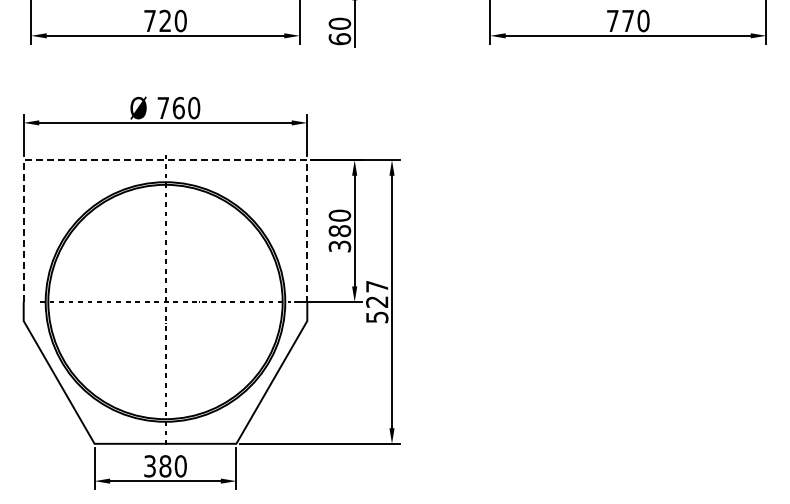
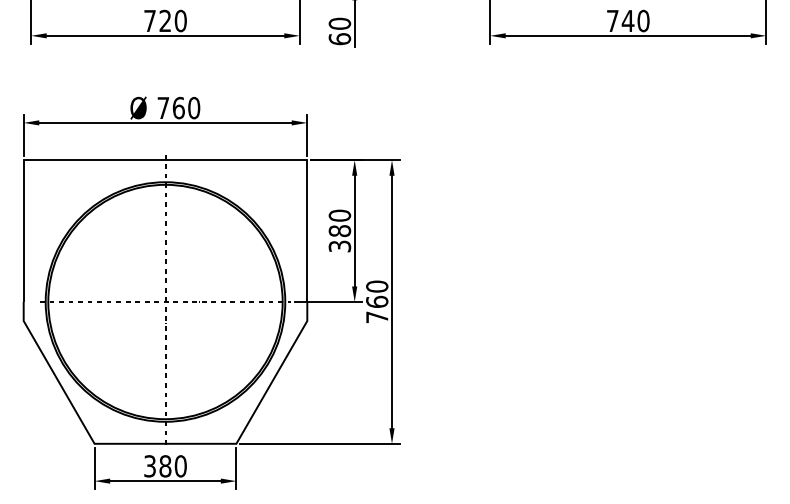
text at (627, 20): 770 -> 740
line at (165, 160): dashed -> solid
text at (377, 301): 527 -> 760
